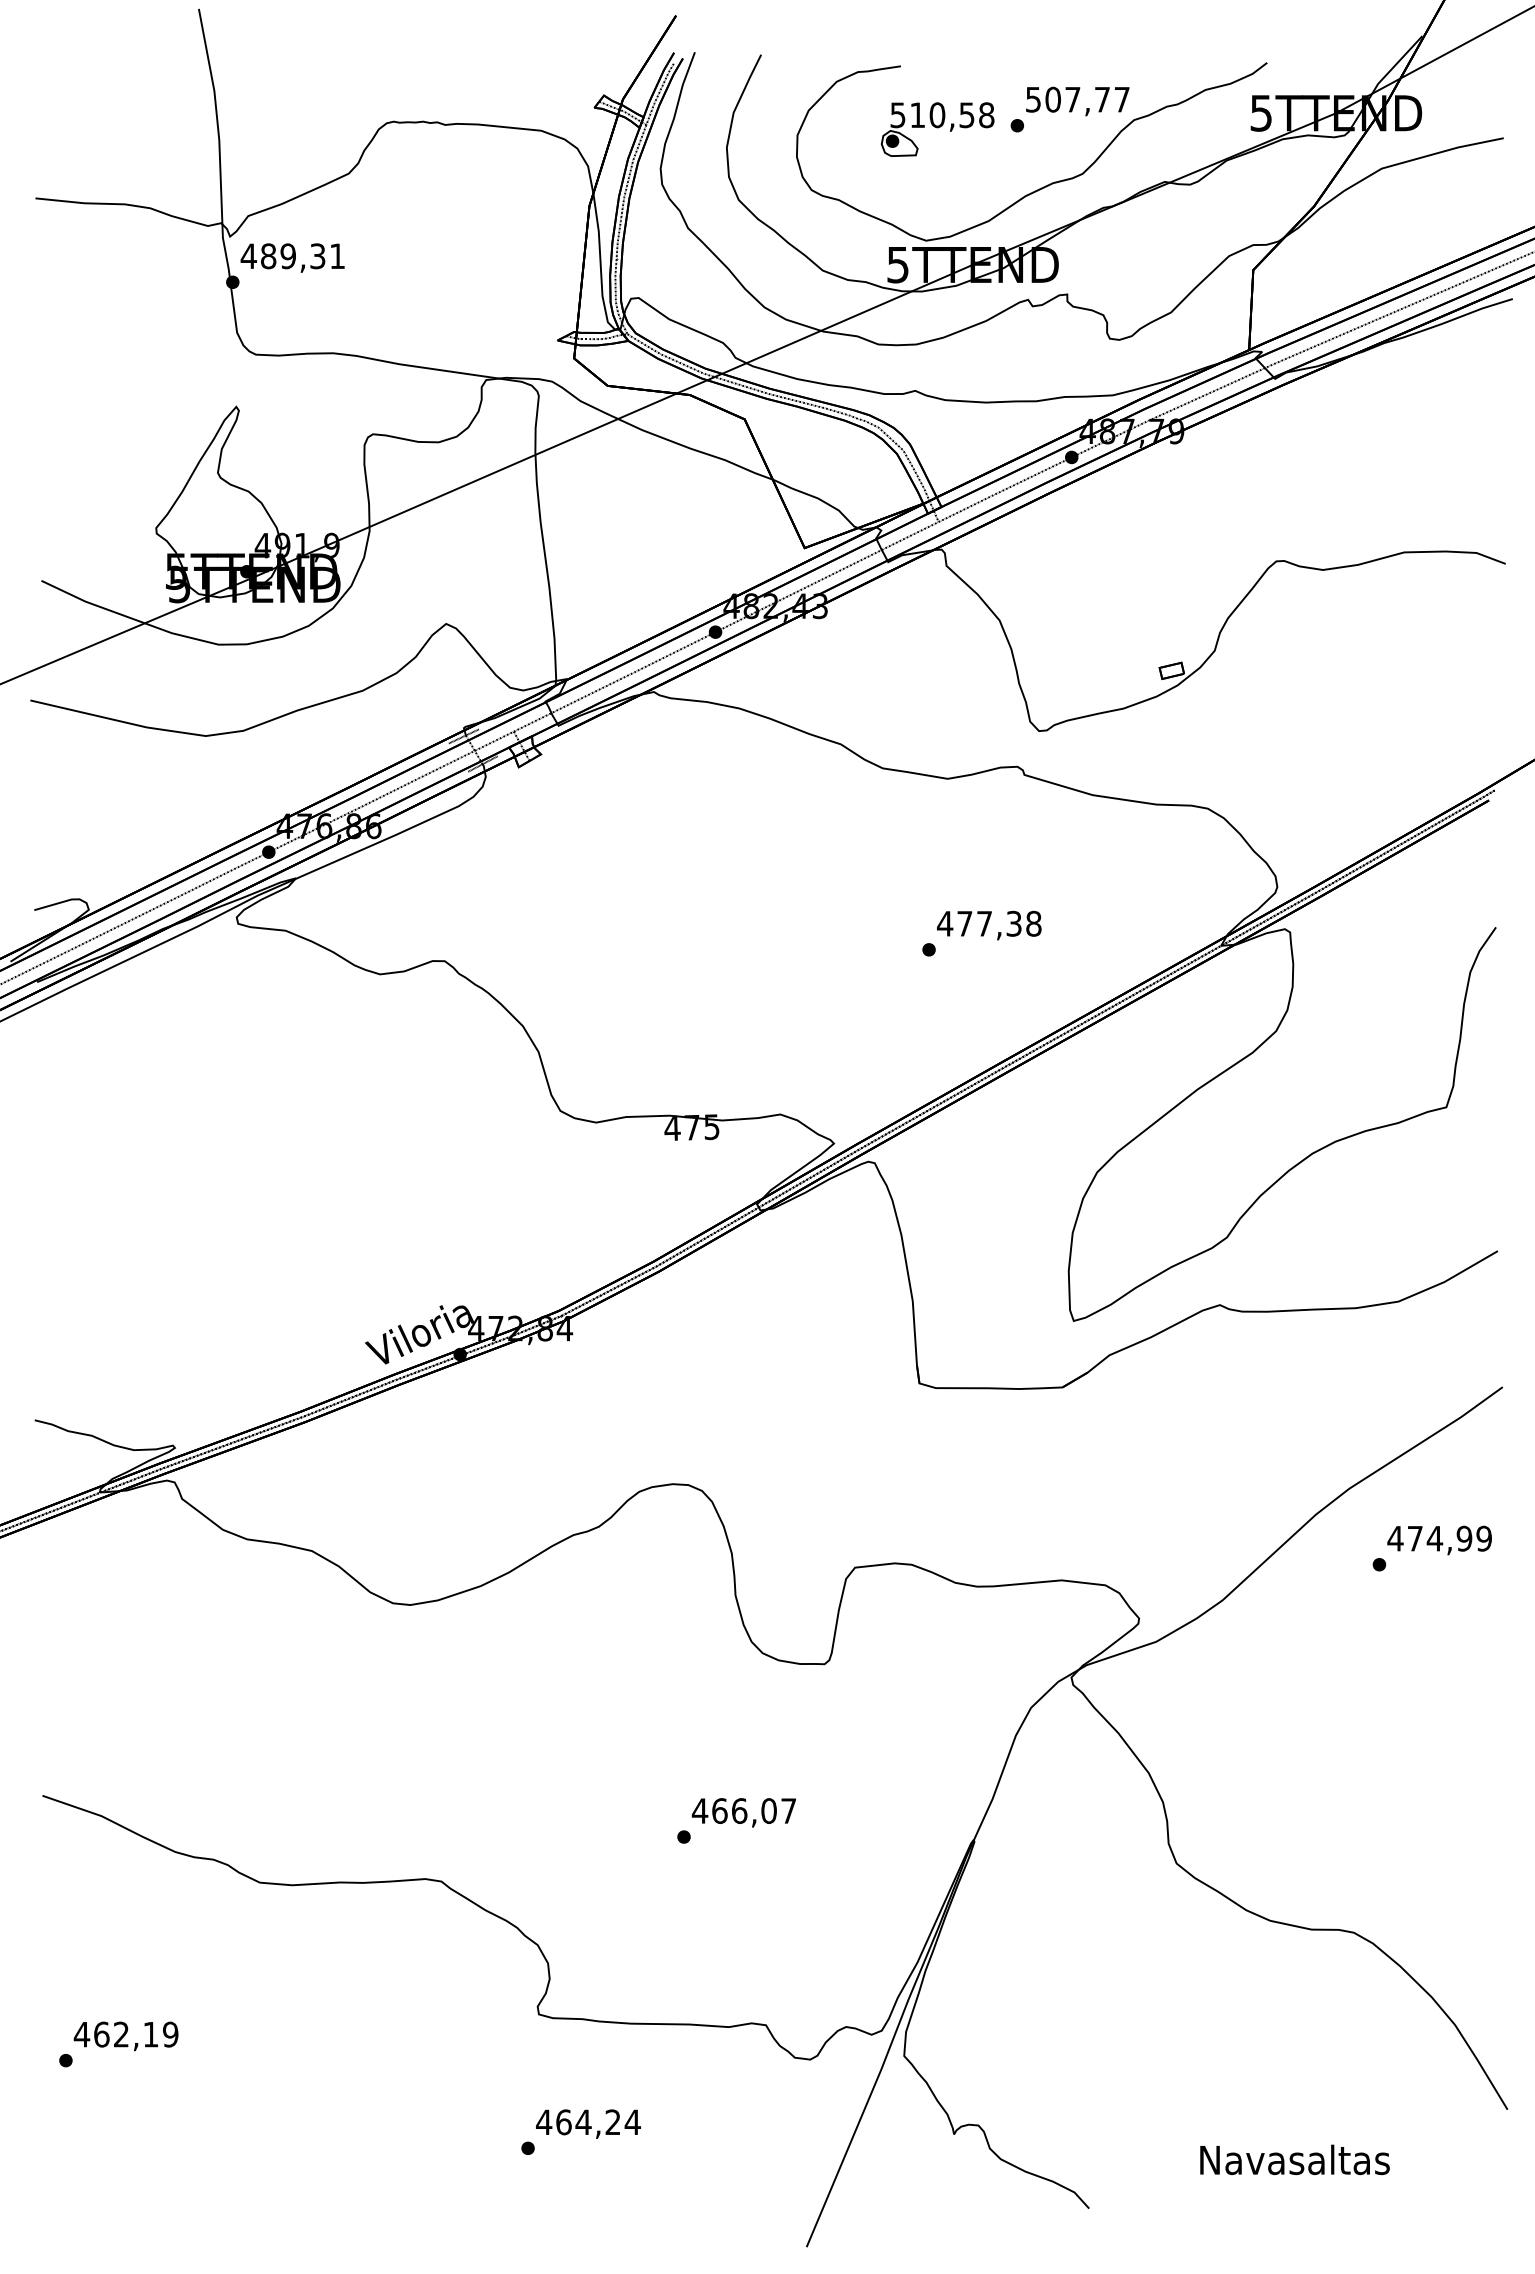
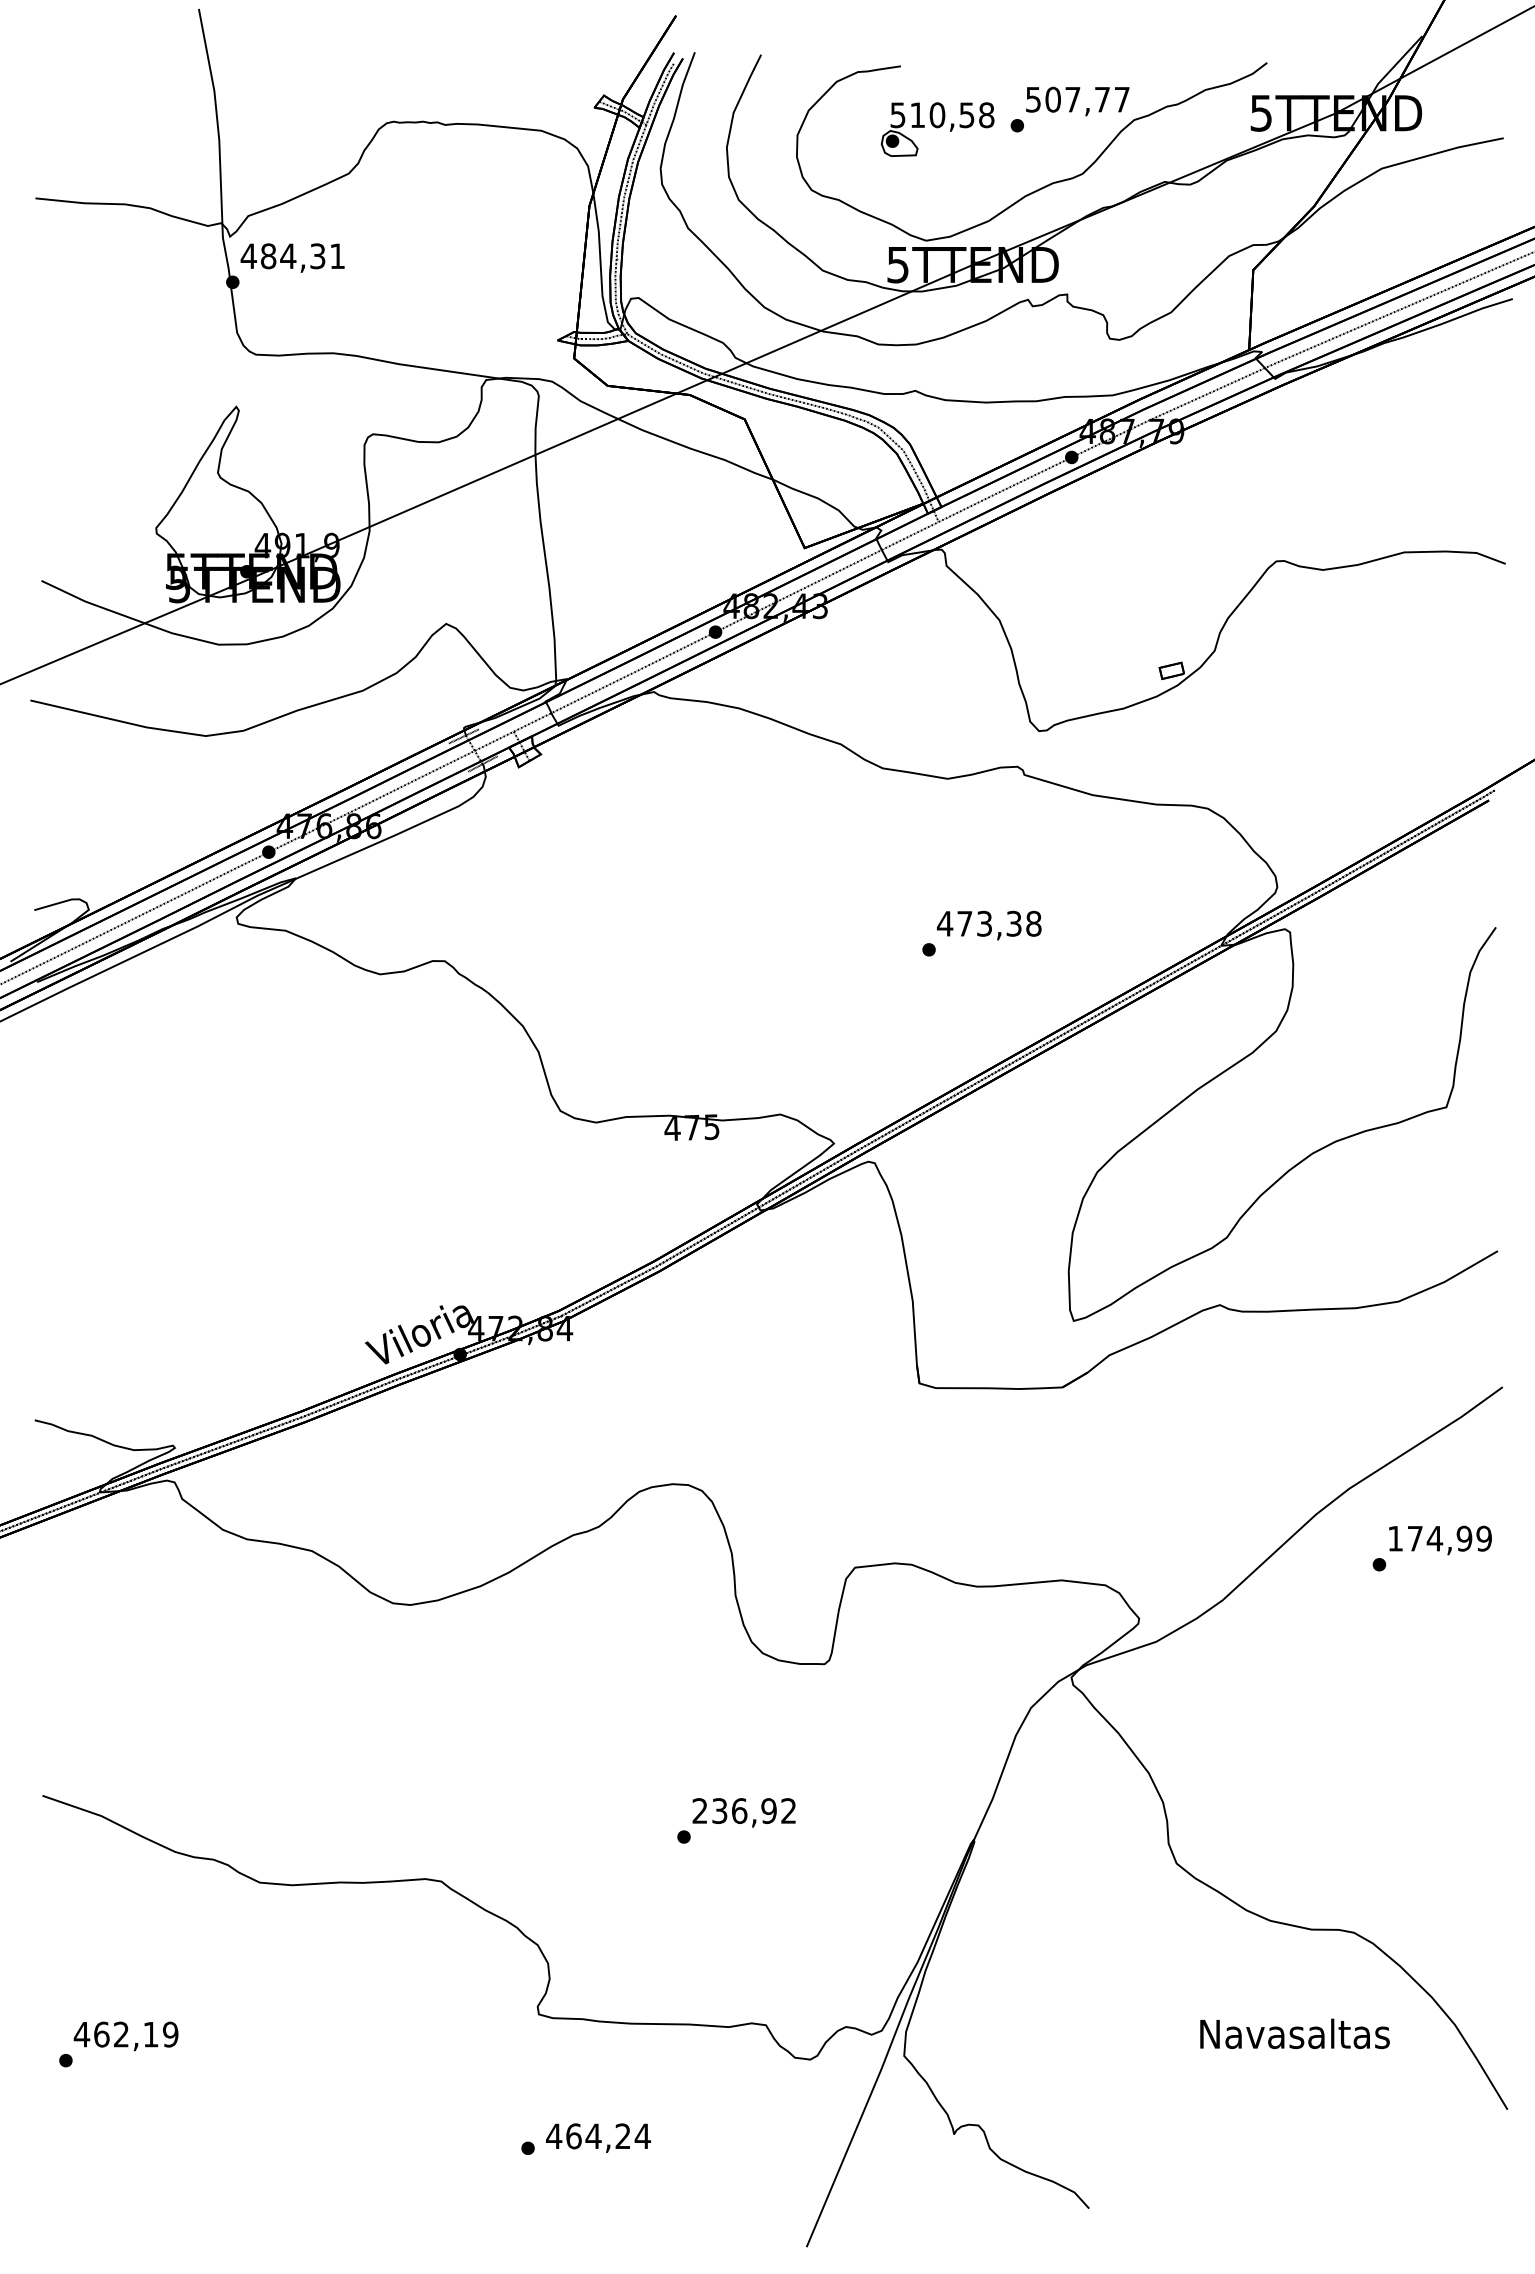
text at (288, 256): 489,31 -> 484,31
text at (984, 923): 477,38 -> 473,38
text at (1395, 1538): 474,99 -> 174,99
text at (743, 1811): 466,07 -> 236,92
text at (588, 2123) position: (588, 2123) -> (598, 2137)
text at (1294, 2159) position: (1294, 2159) -> (1294, 2033)
